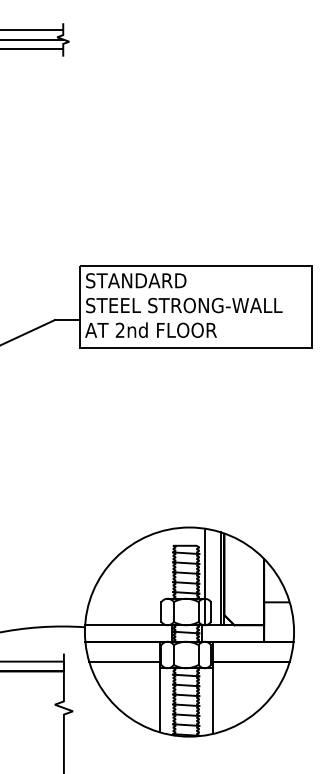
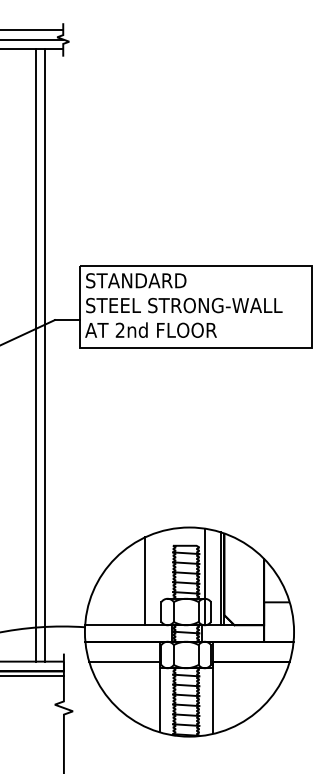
line at (35, 355): none -> present
line at (45, 355): none -> present
line at (145, 581): none -> present
line at (32, 676): none -> present
